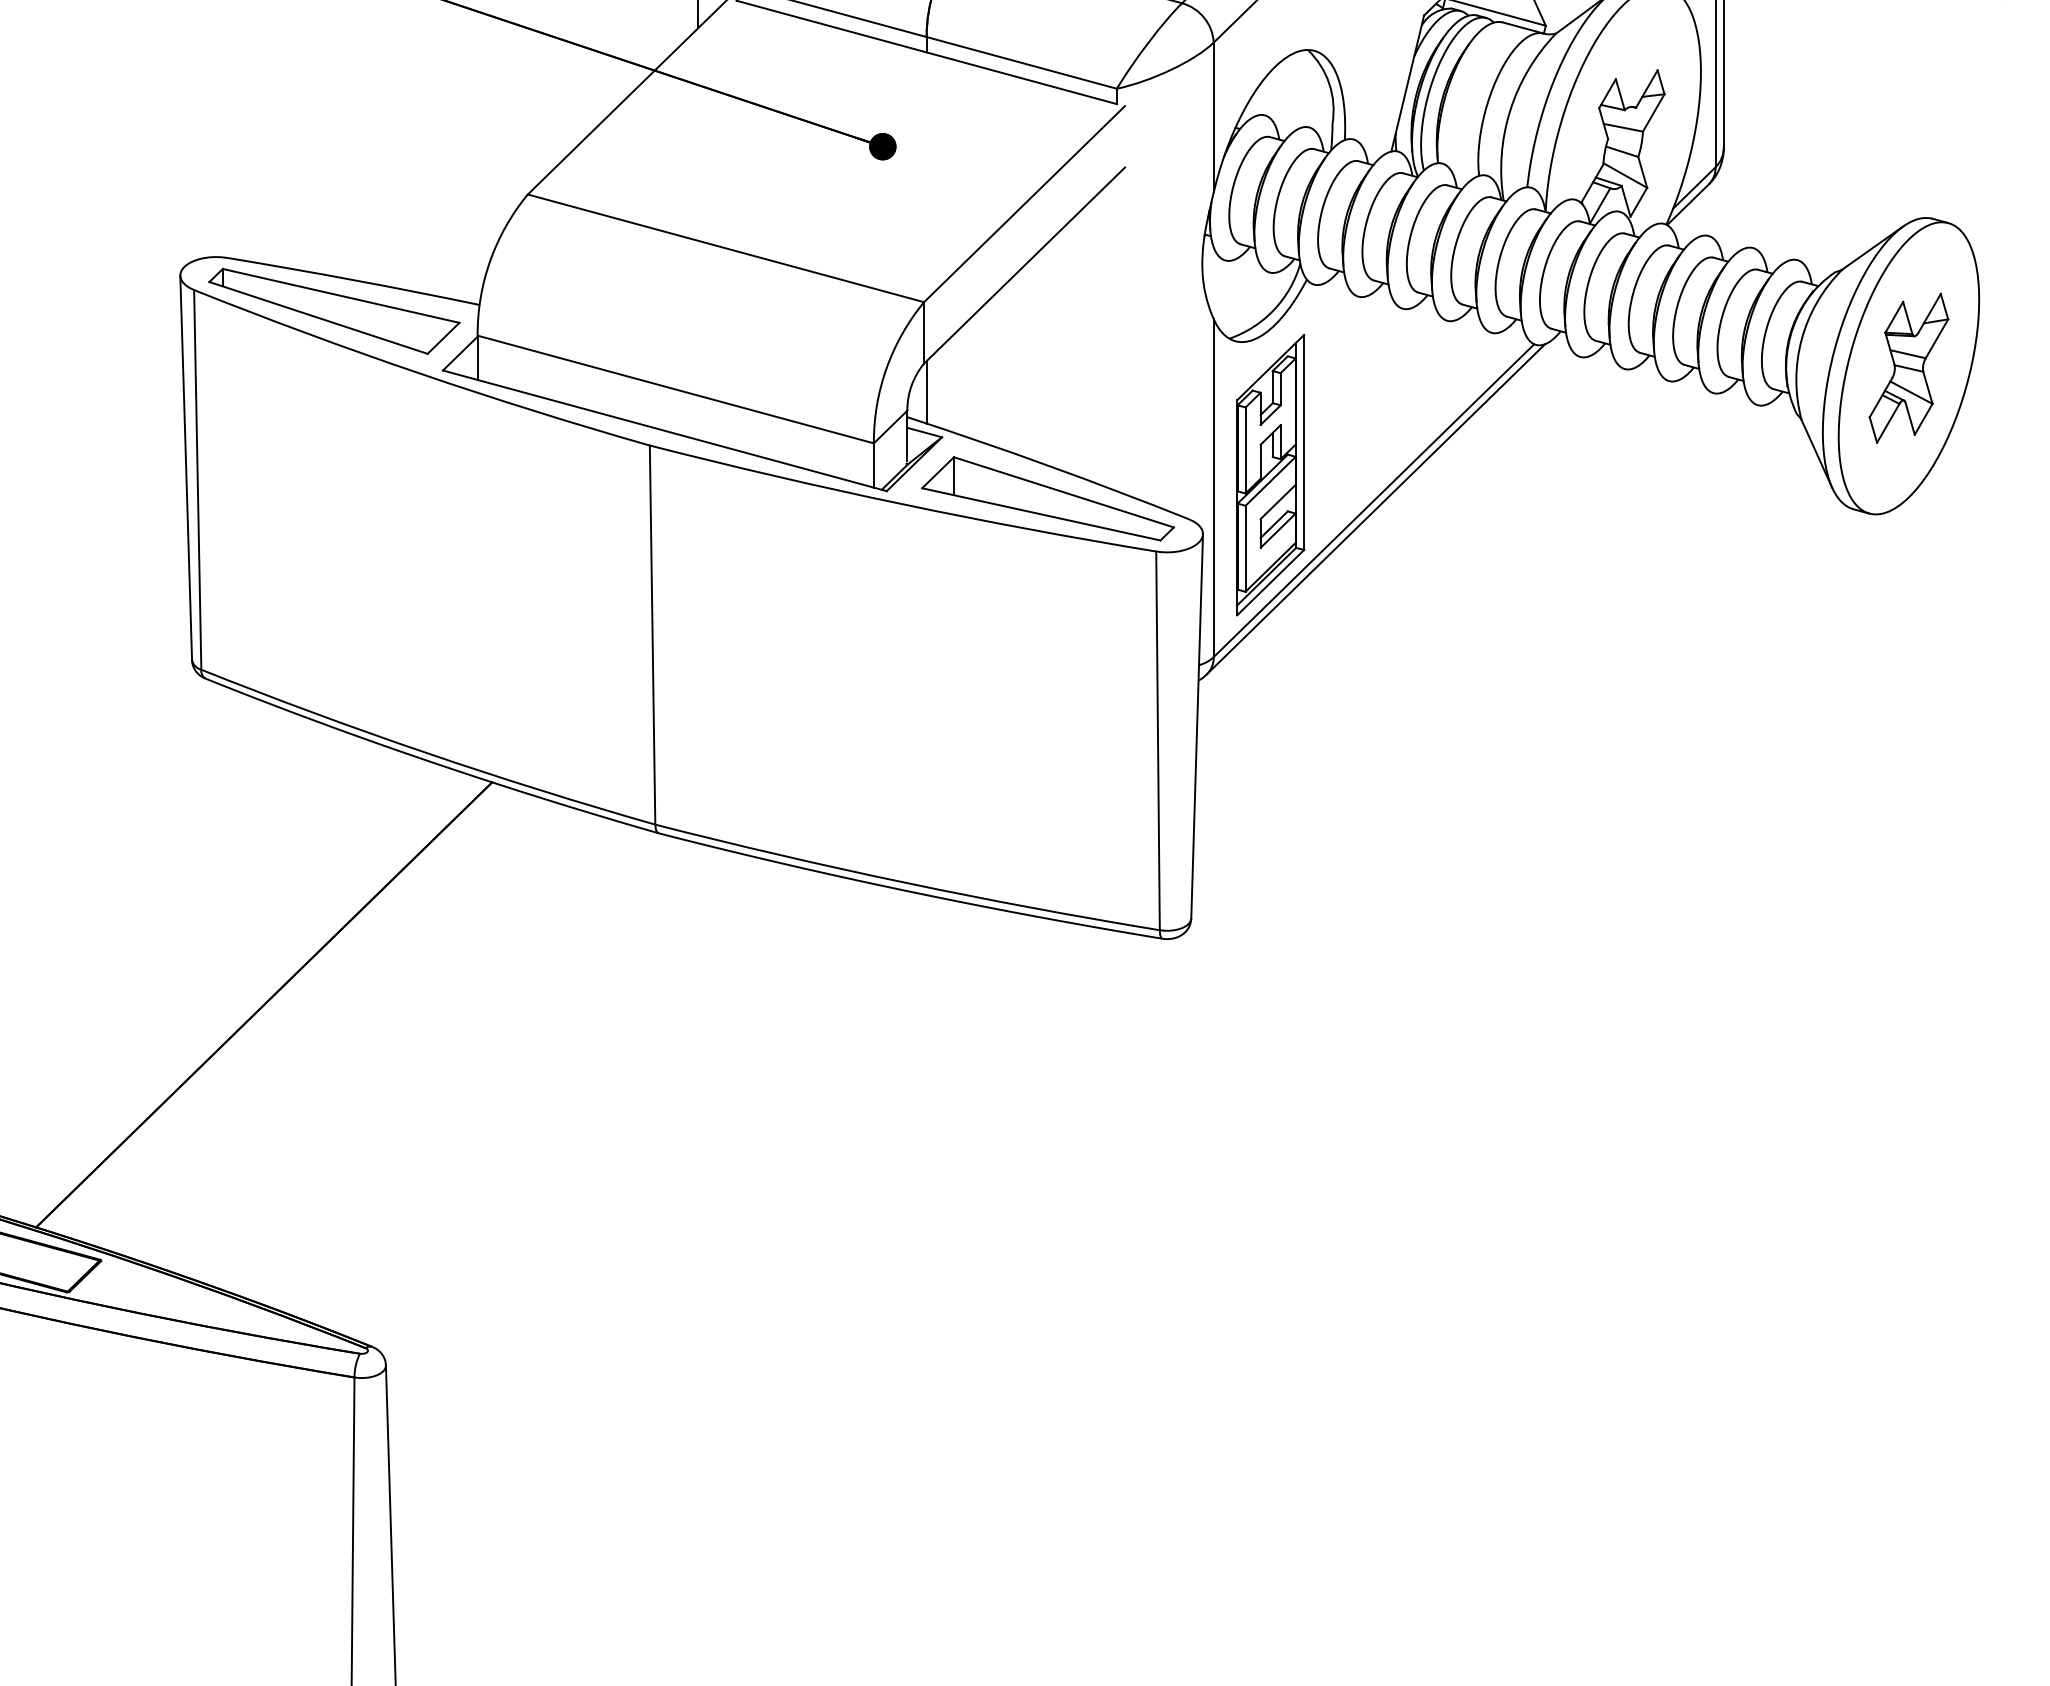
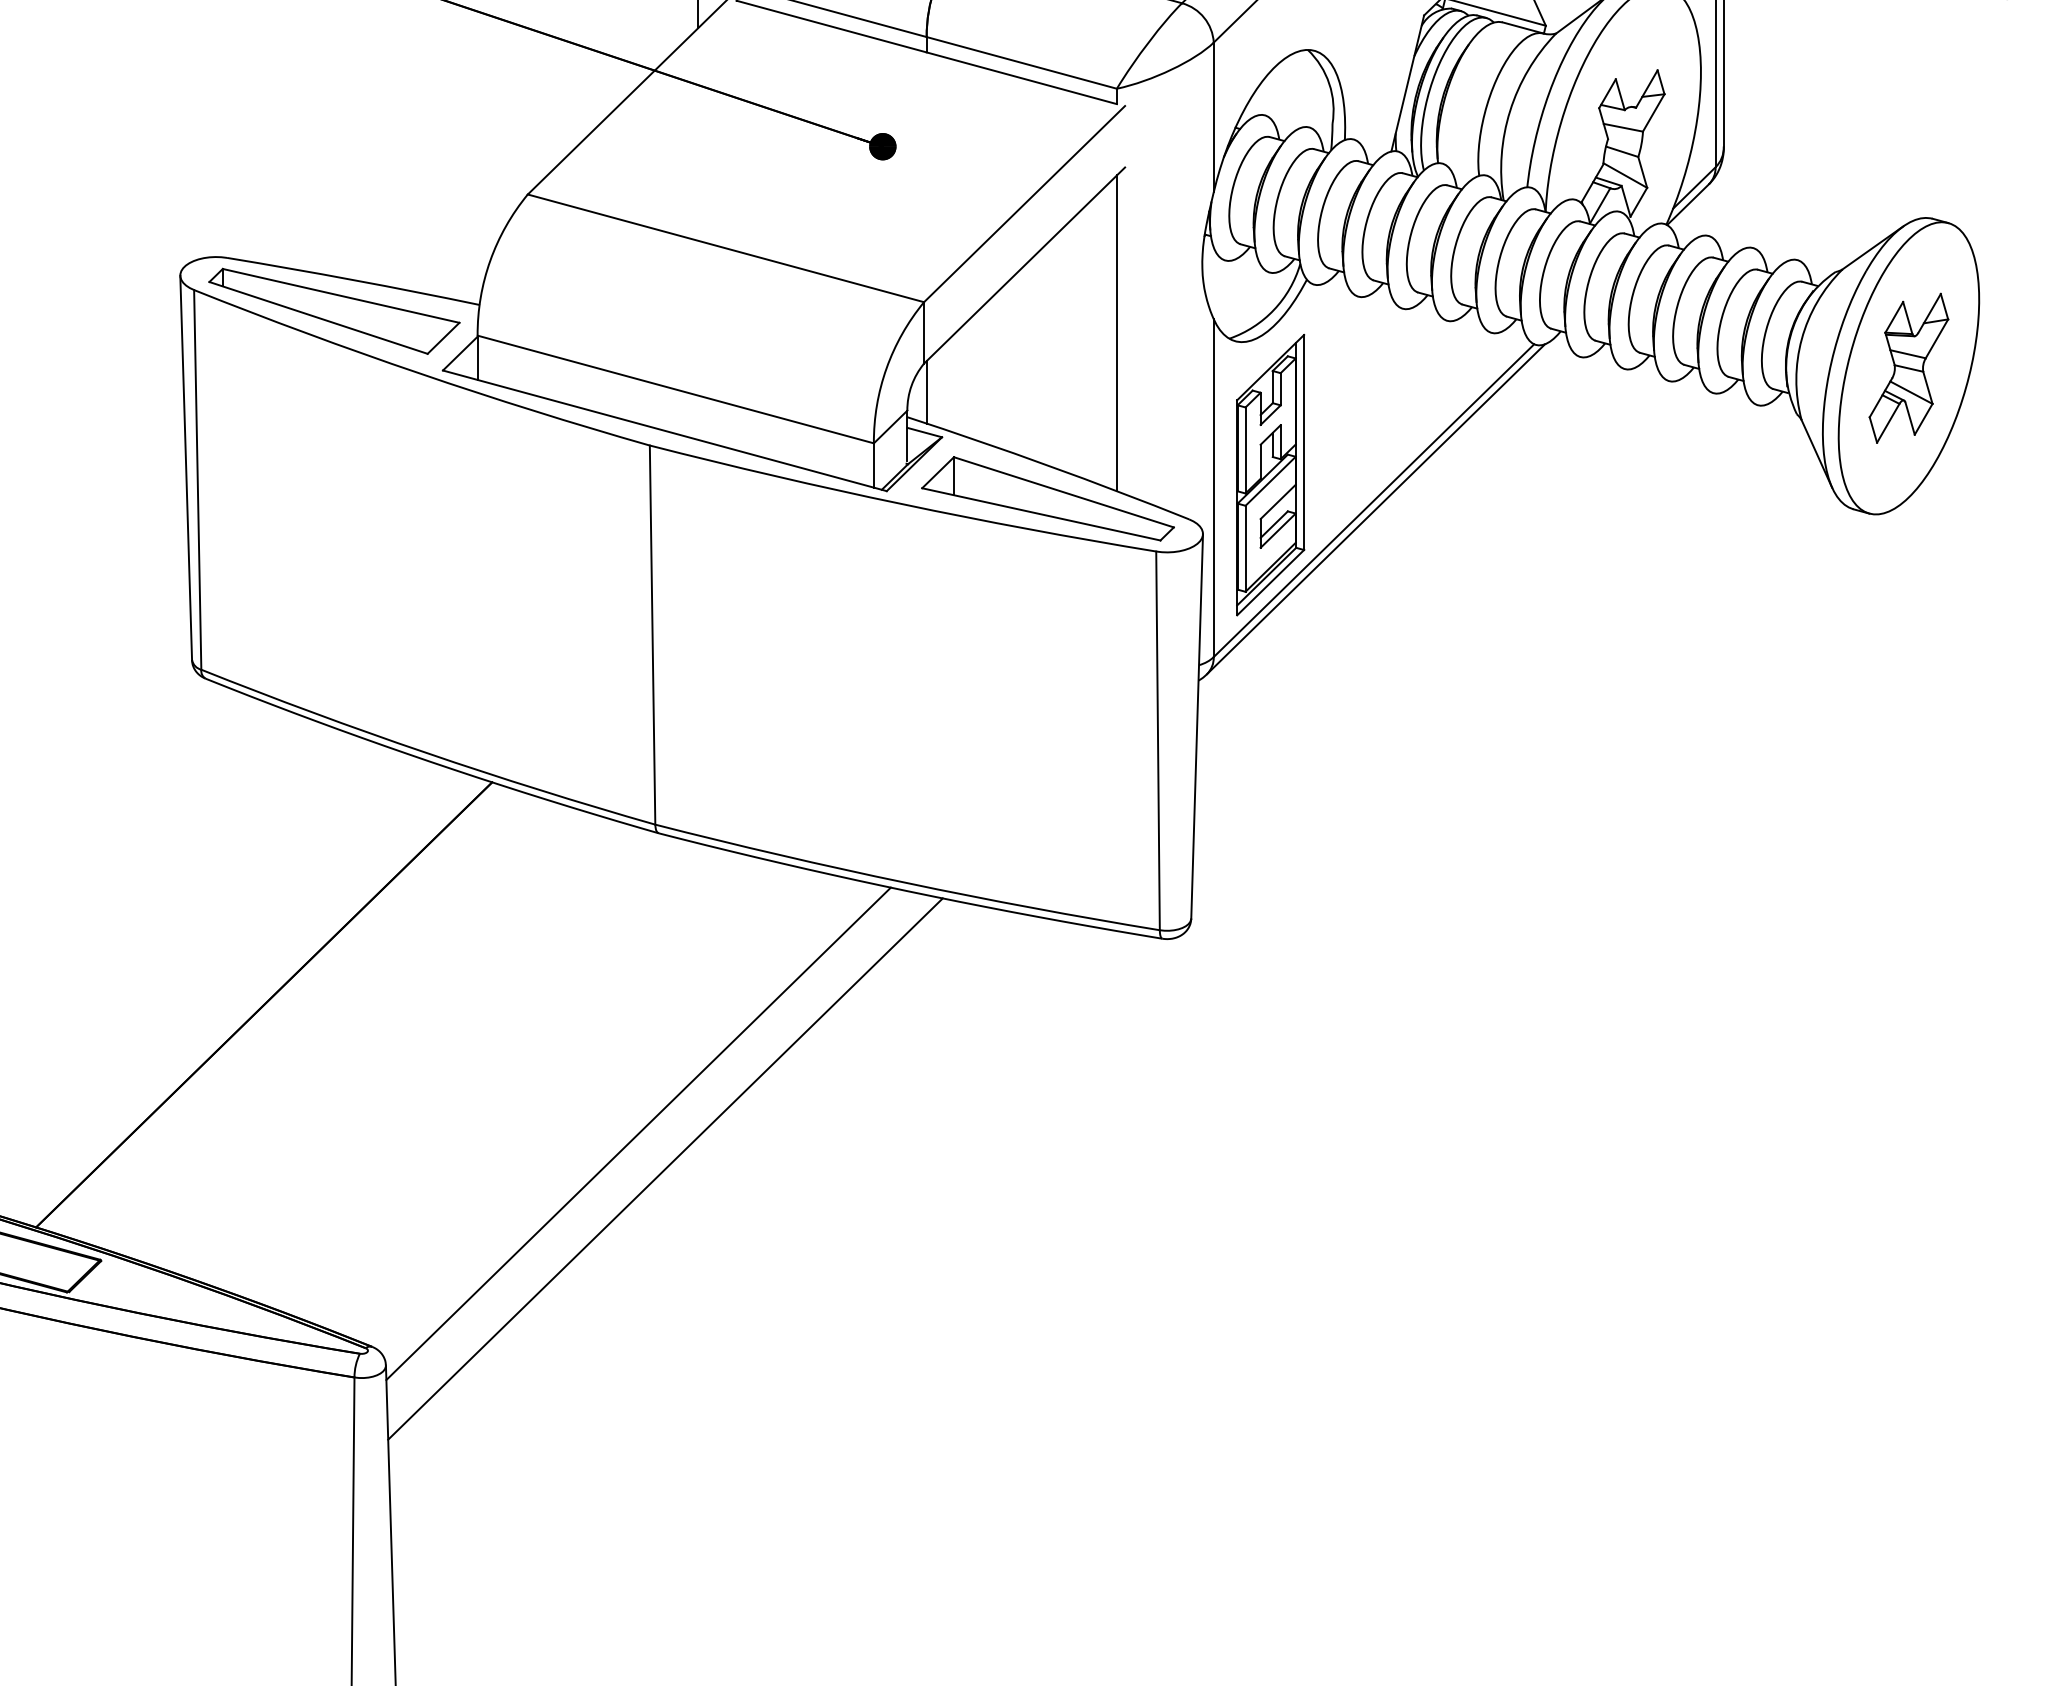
line at (1116, 333): none -> present
line at (638, 1133): none -> present
line at (665, 1168): none -> present
